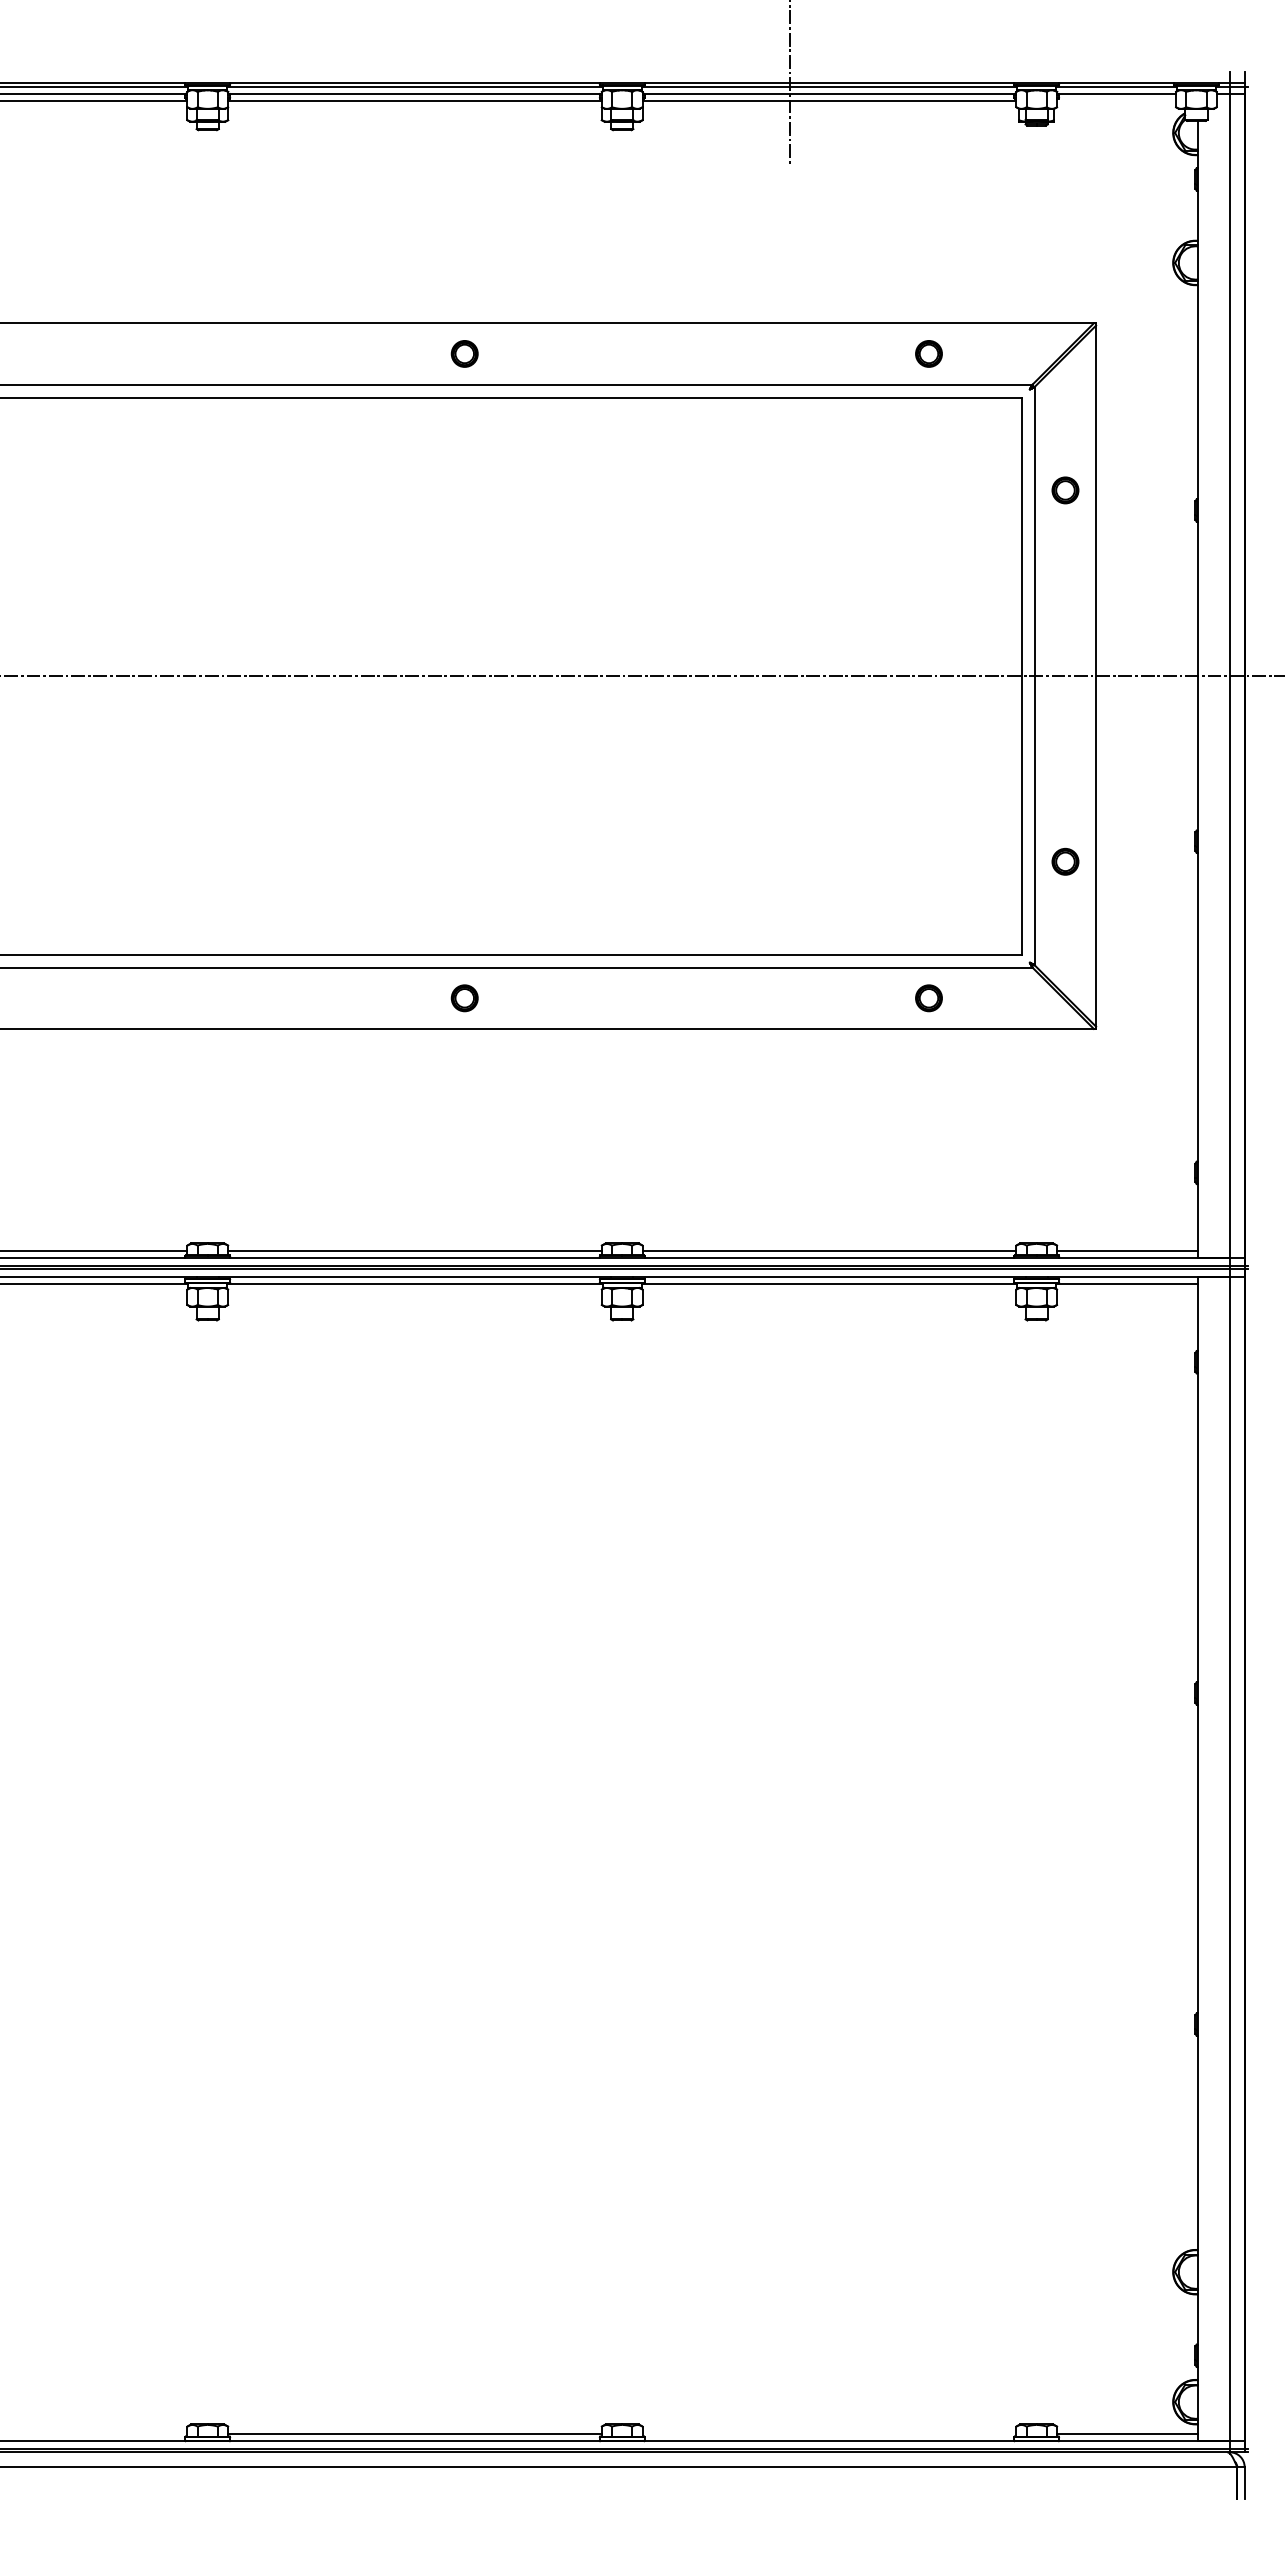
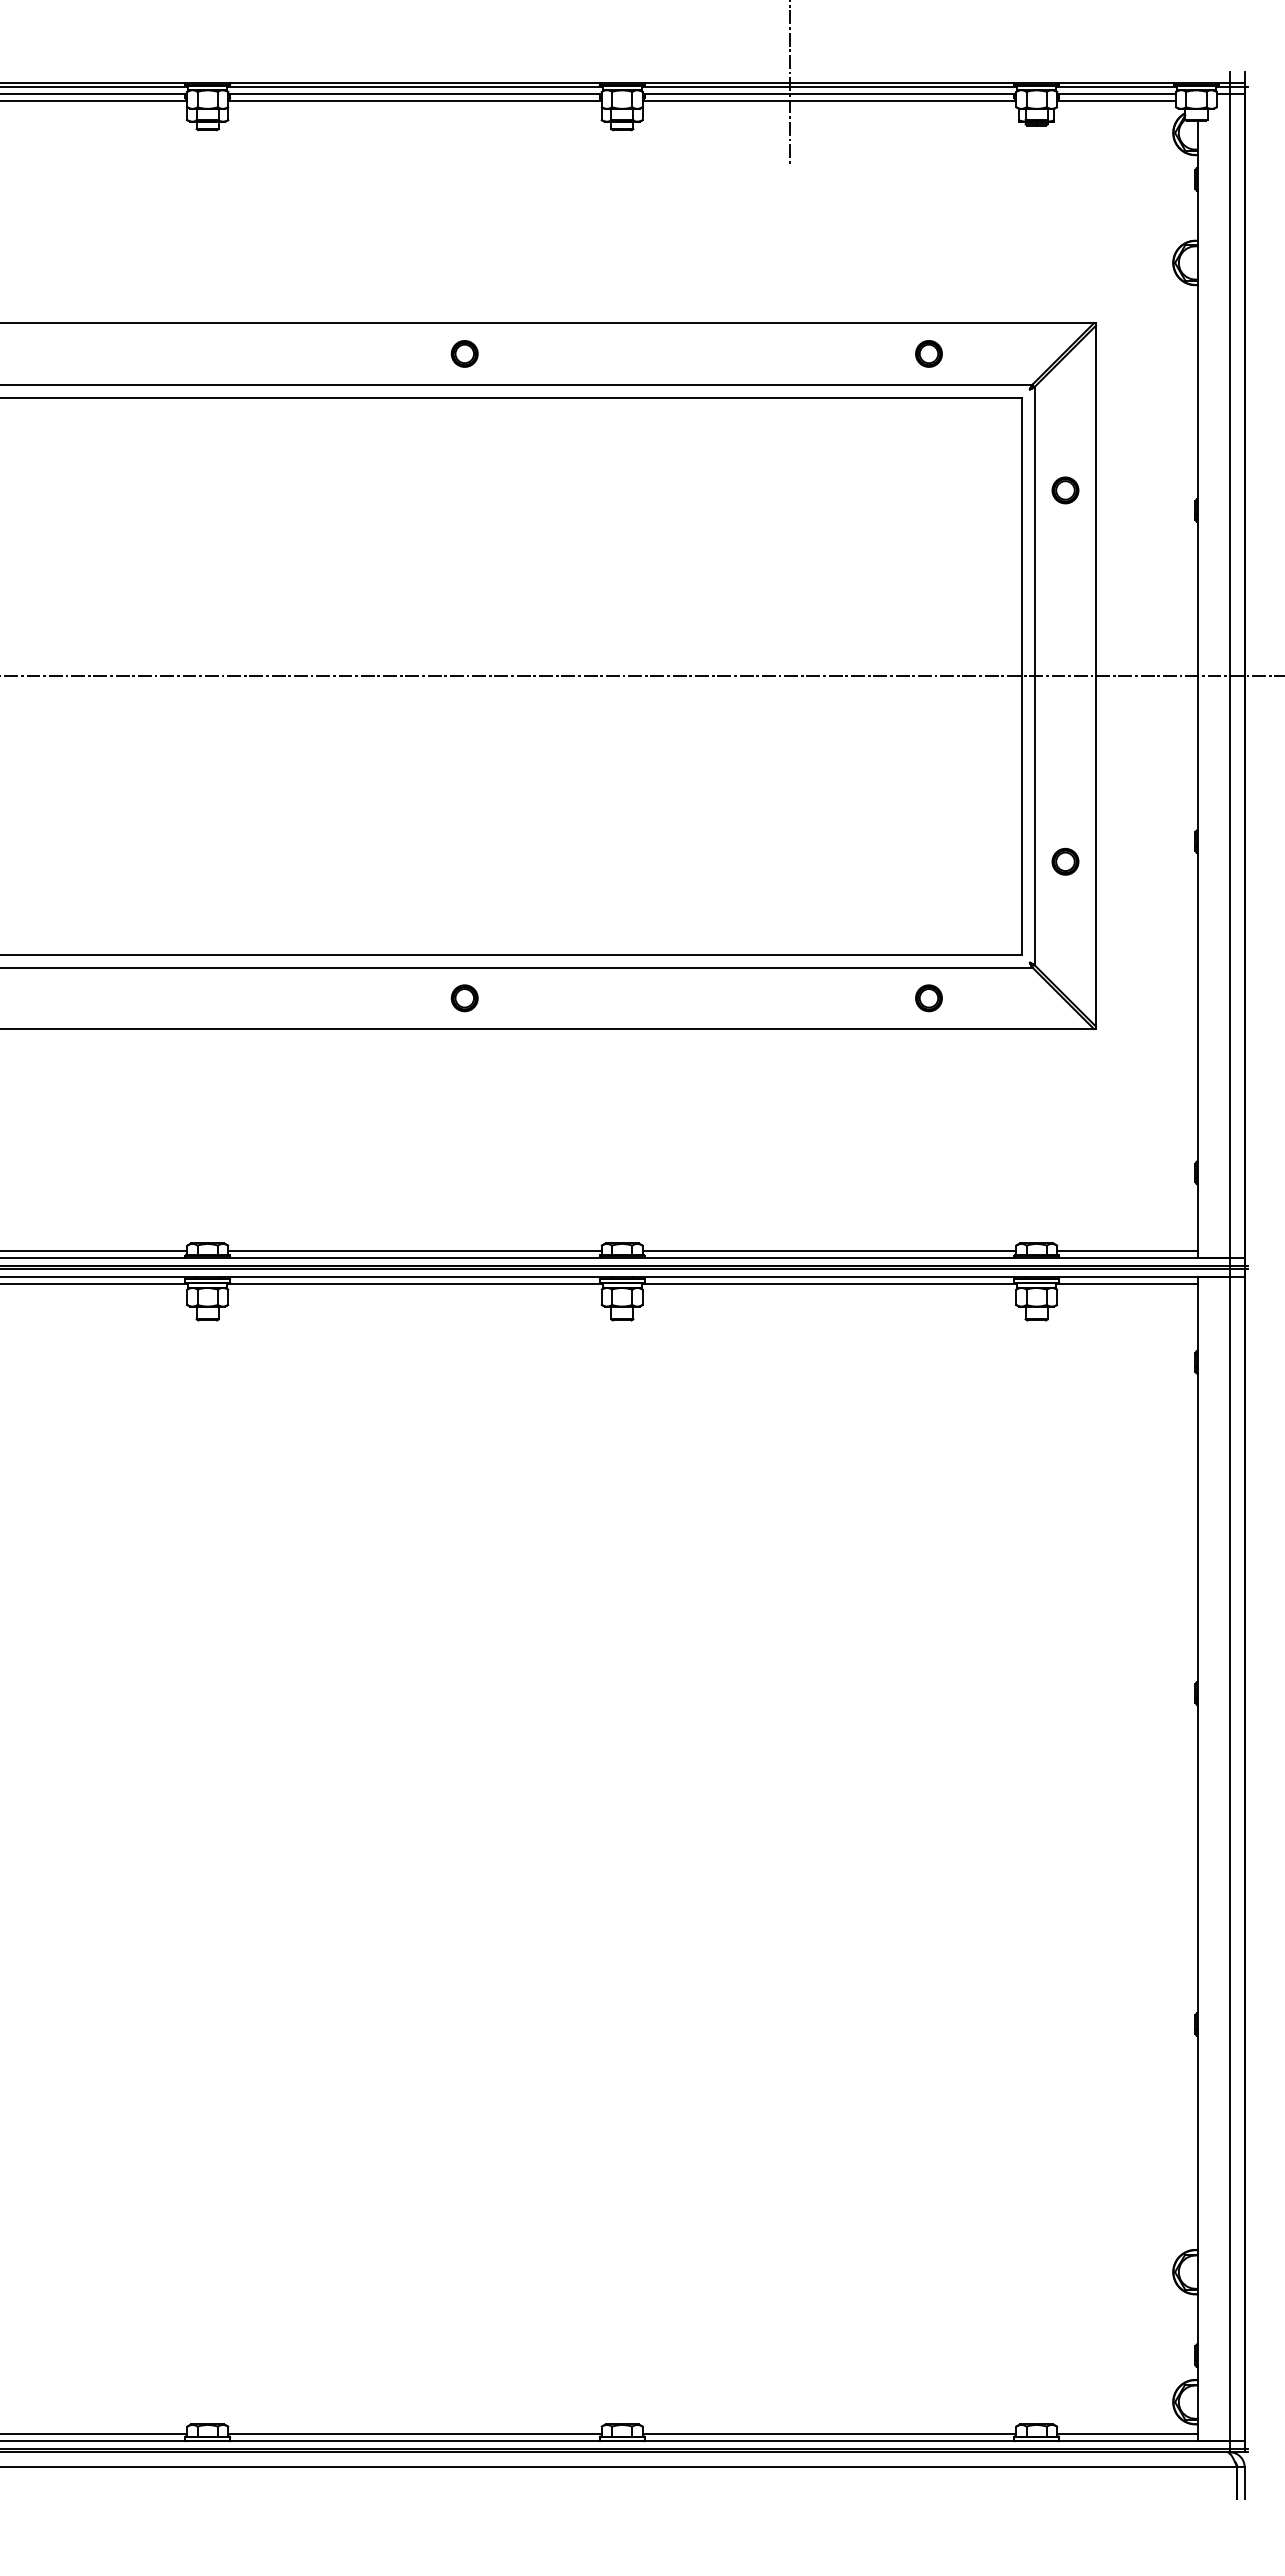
line at (1116, 101): none -> present
line at (94, 2433): none -> present
line at (829, 2433): none -> present
